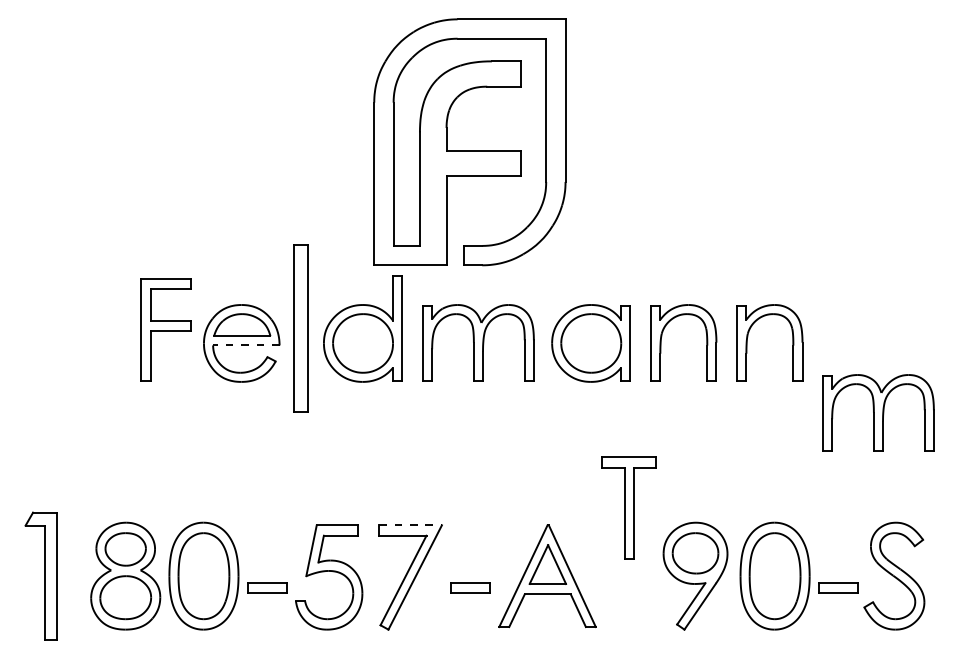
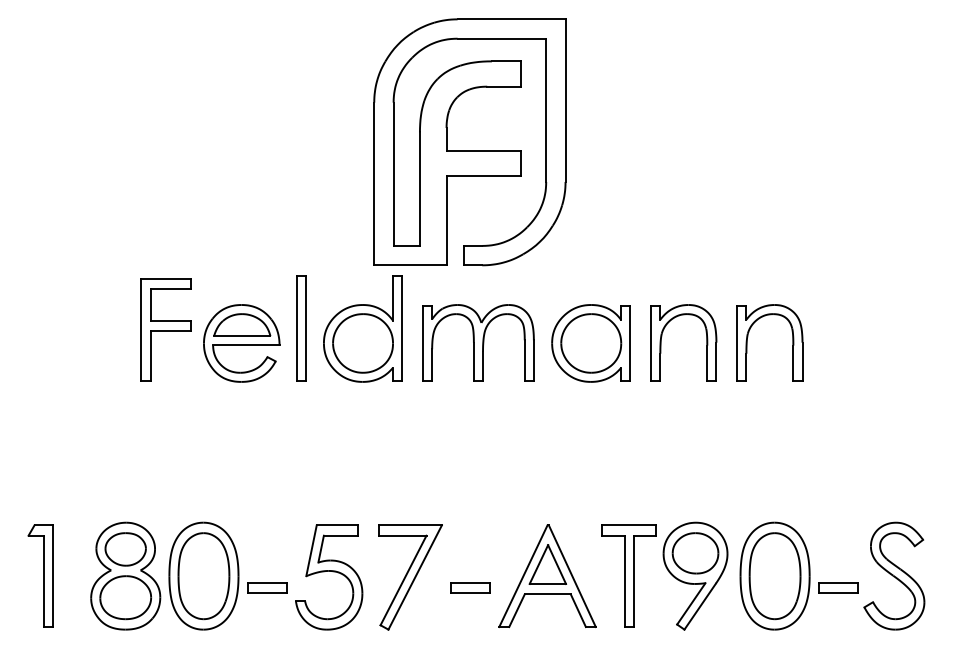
part at (300, 328) size: 16x169 px -> 11x107 px
line at (245, 345): dashed -> solid
part at (878, 412): present -> none
part at (628, 507) position: (628, 507) -> (628, 575)
line at (411, 525): dashed -> solid
part at (40, 575) size: 34x130 px -> 27x104 px
